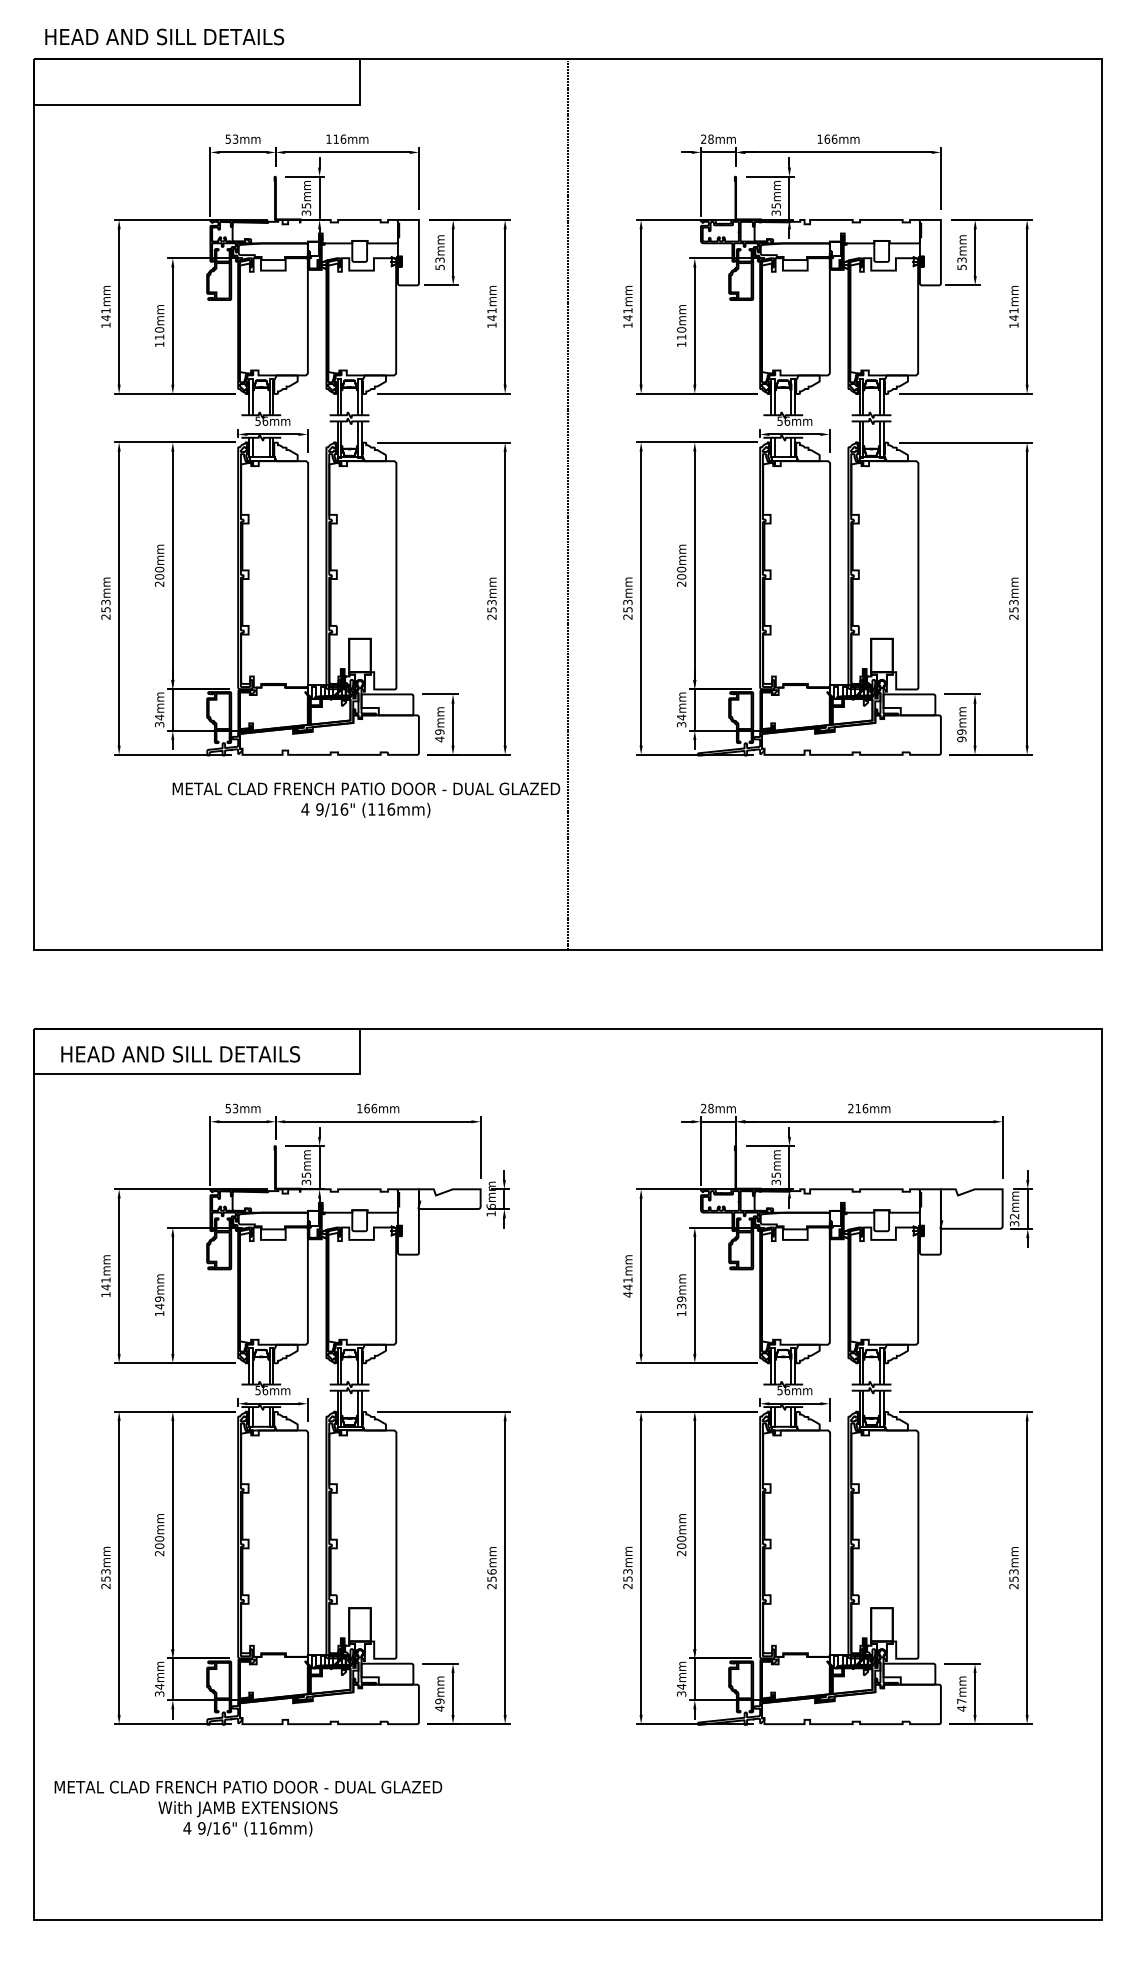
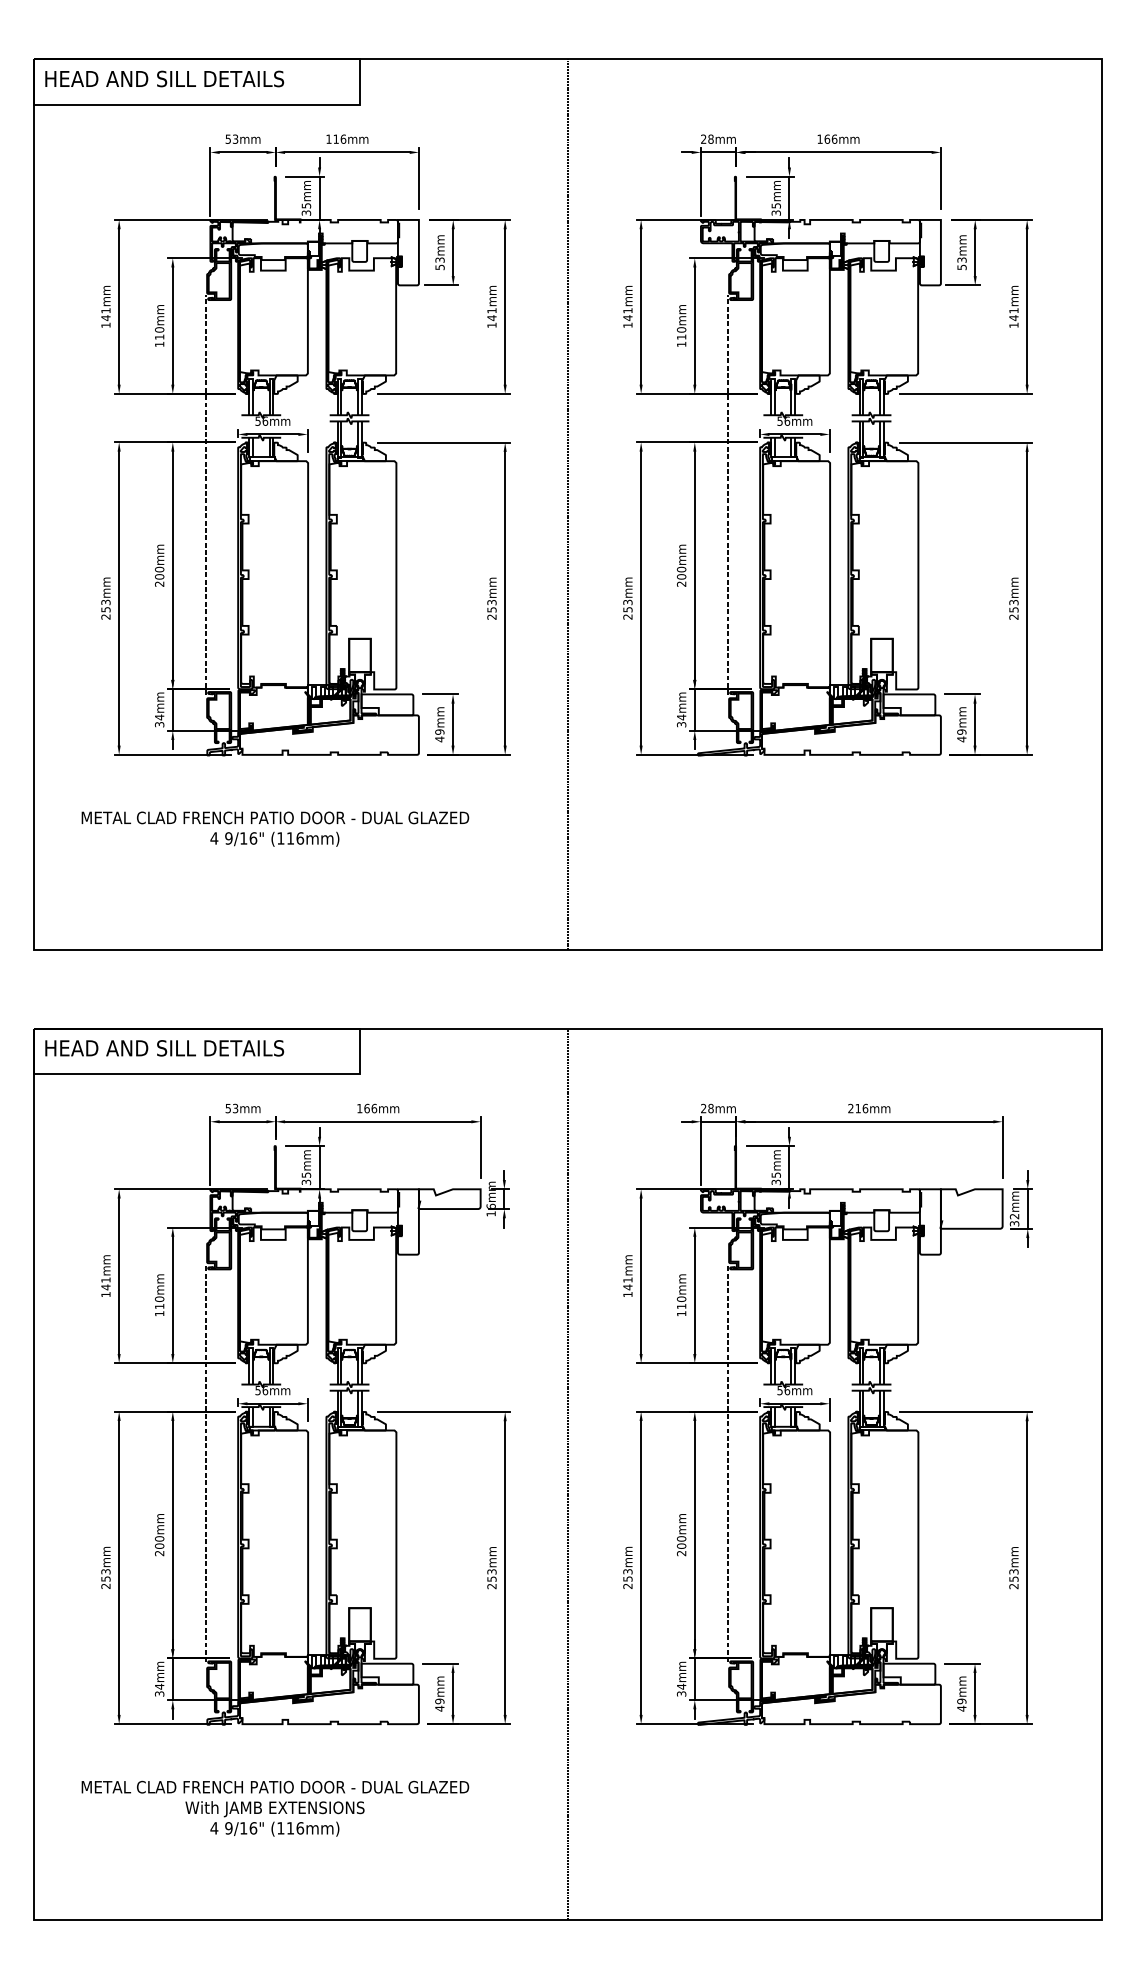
text at (164, 36) position: (164, 36) -> (164, 78)
line at (206, 495): none -> present
line at (728, 495): none -> present
text at (961, 739): 99mm -> 49mm
text at (366, 799) position: (366, 799) -> (275, 828)
text at (180, 1054) position: (180, 1054) -> (164, 1048)
text at (627, 1294): 441mm -> 141mm
text at (159, 1302): 149mm -> 110mm
text at (681, 1302): 139mm -> 110mm
line at (206, 1464): none -> present
line at (728, 1464): none -> present
line at (568, 1473): none -> present
text at (491, 1571): 256mm -> 253mm
text at (961, 1701): 47mm -> 49mm
text at (248, 1808) position: (248, 1808) -> (275, 1808)
